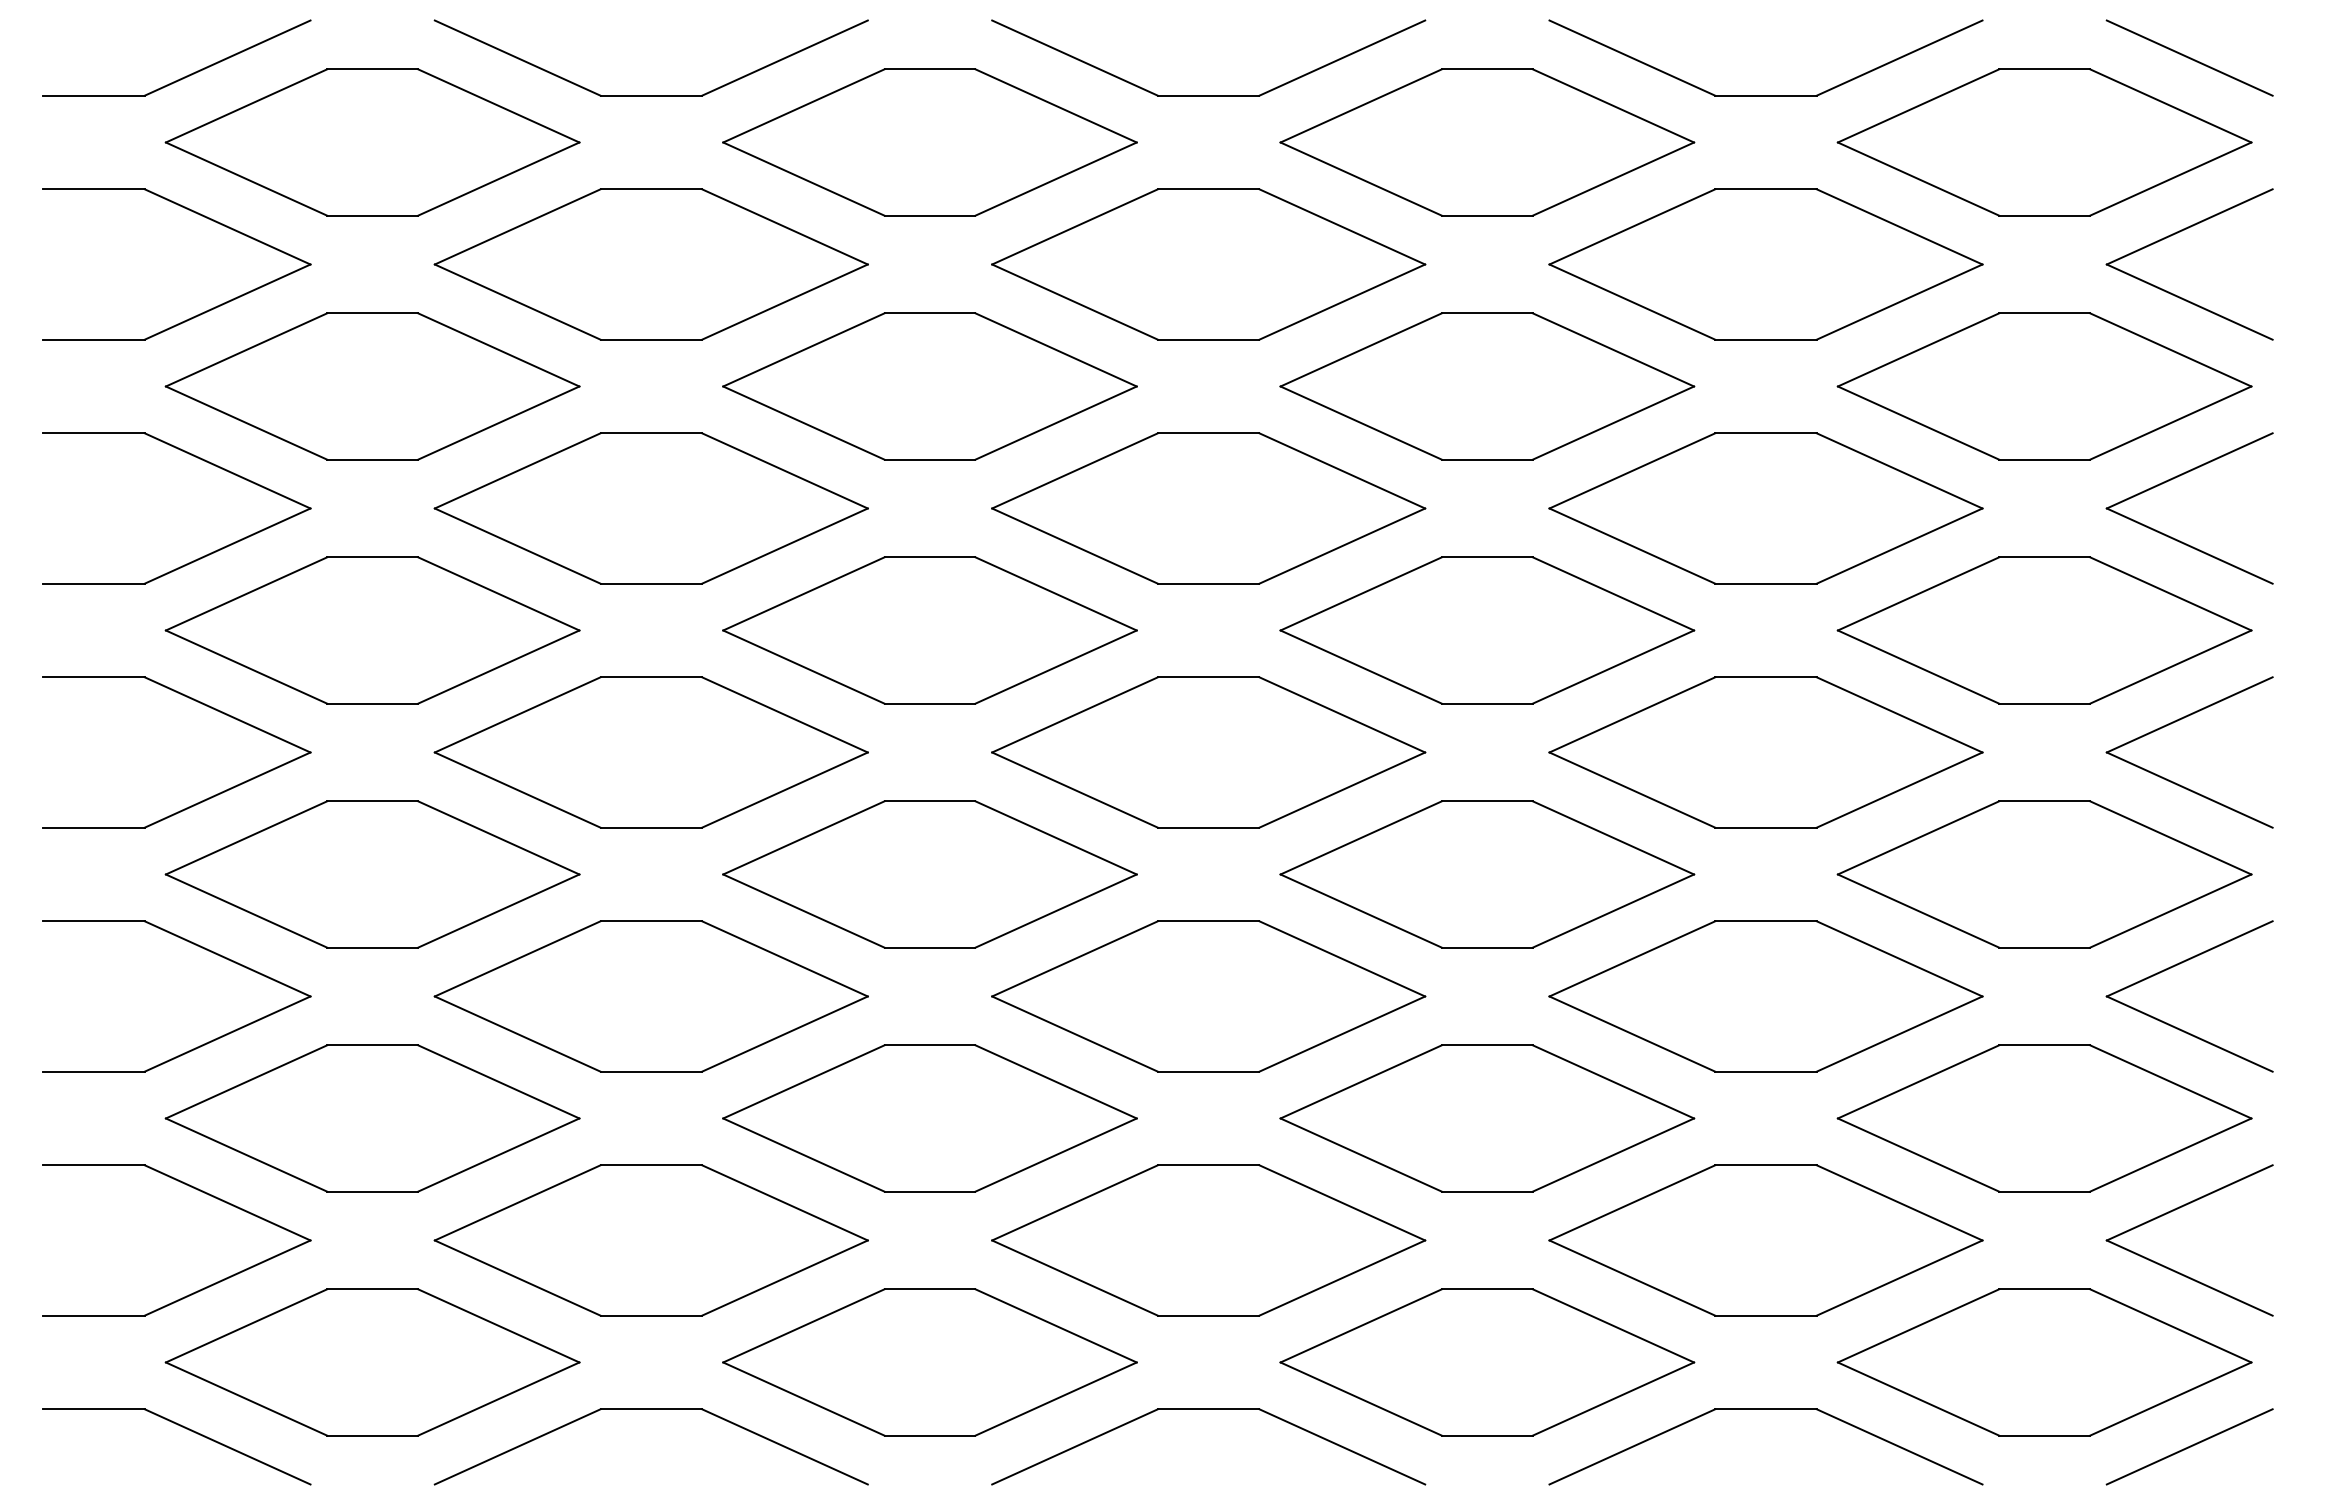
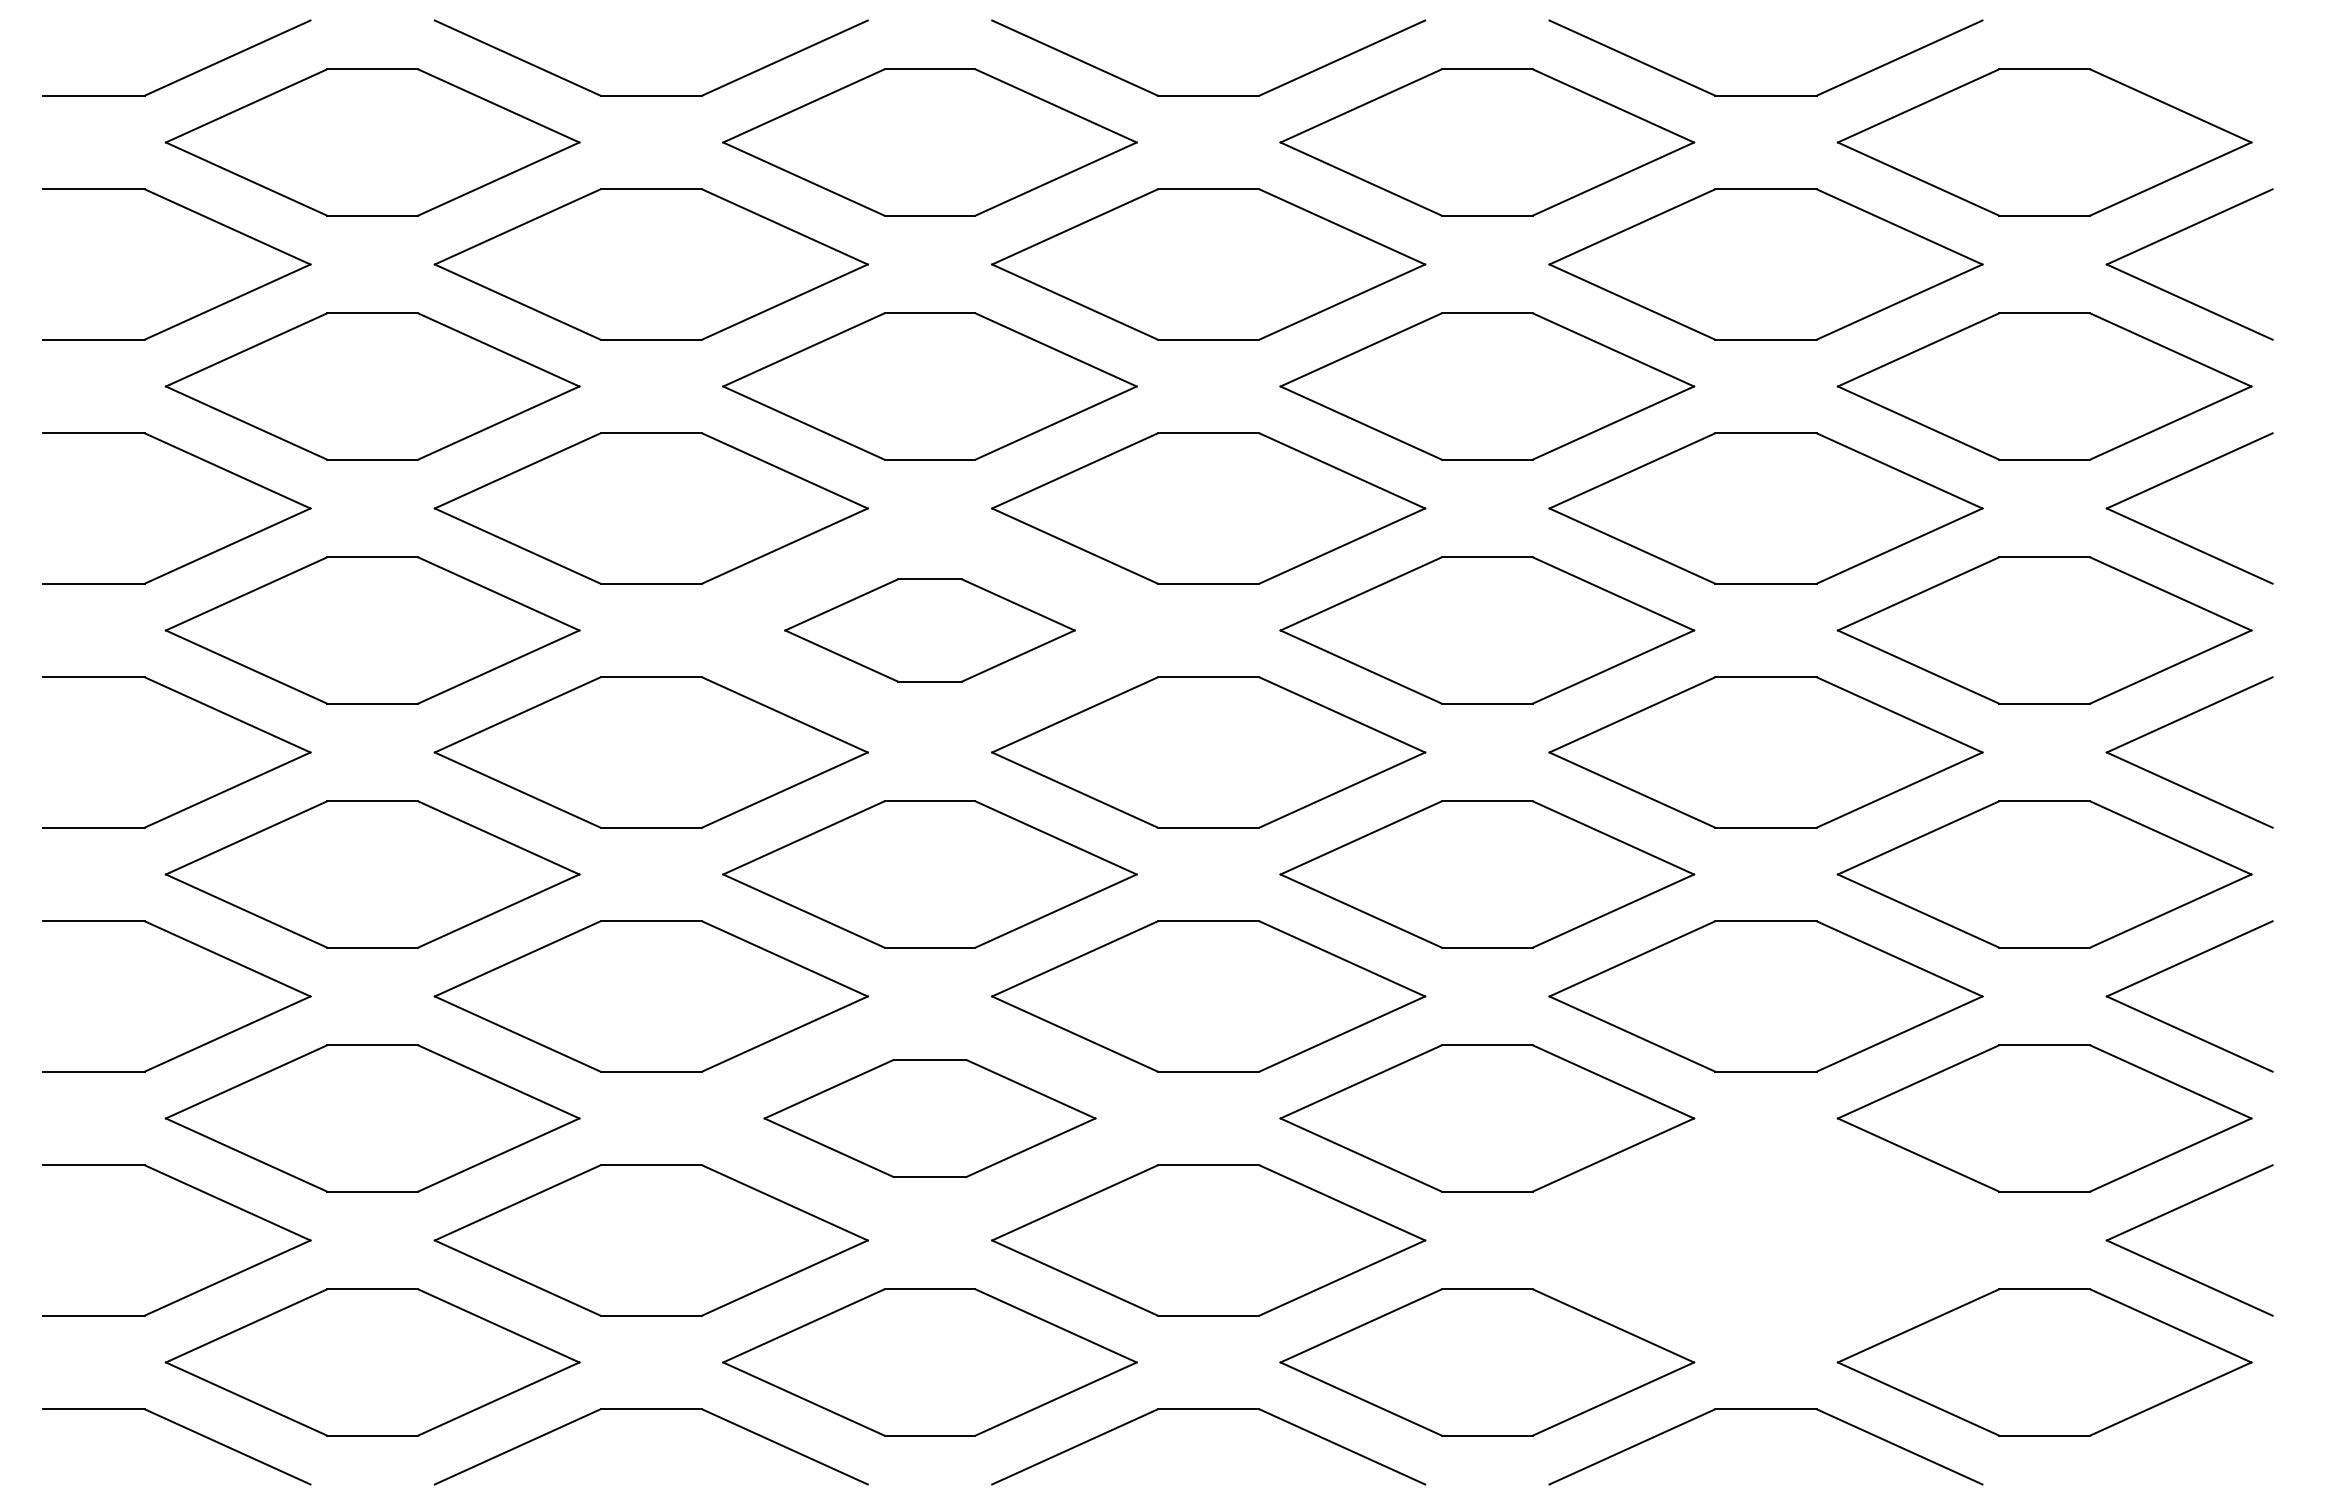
line at (2189, 57): present -> none
part at (929, 630) size: 416x149 px -> 292x105 px
part at (929, 1118) size: 416x149 px -> 334x119 px
part at (1765, 1240): present -> none
line at (2189, 1446): present -> none
